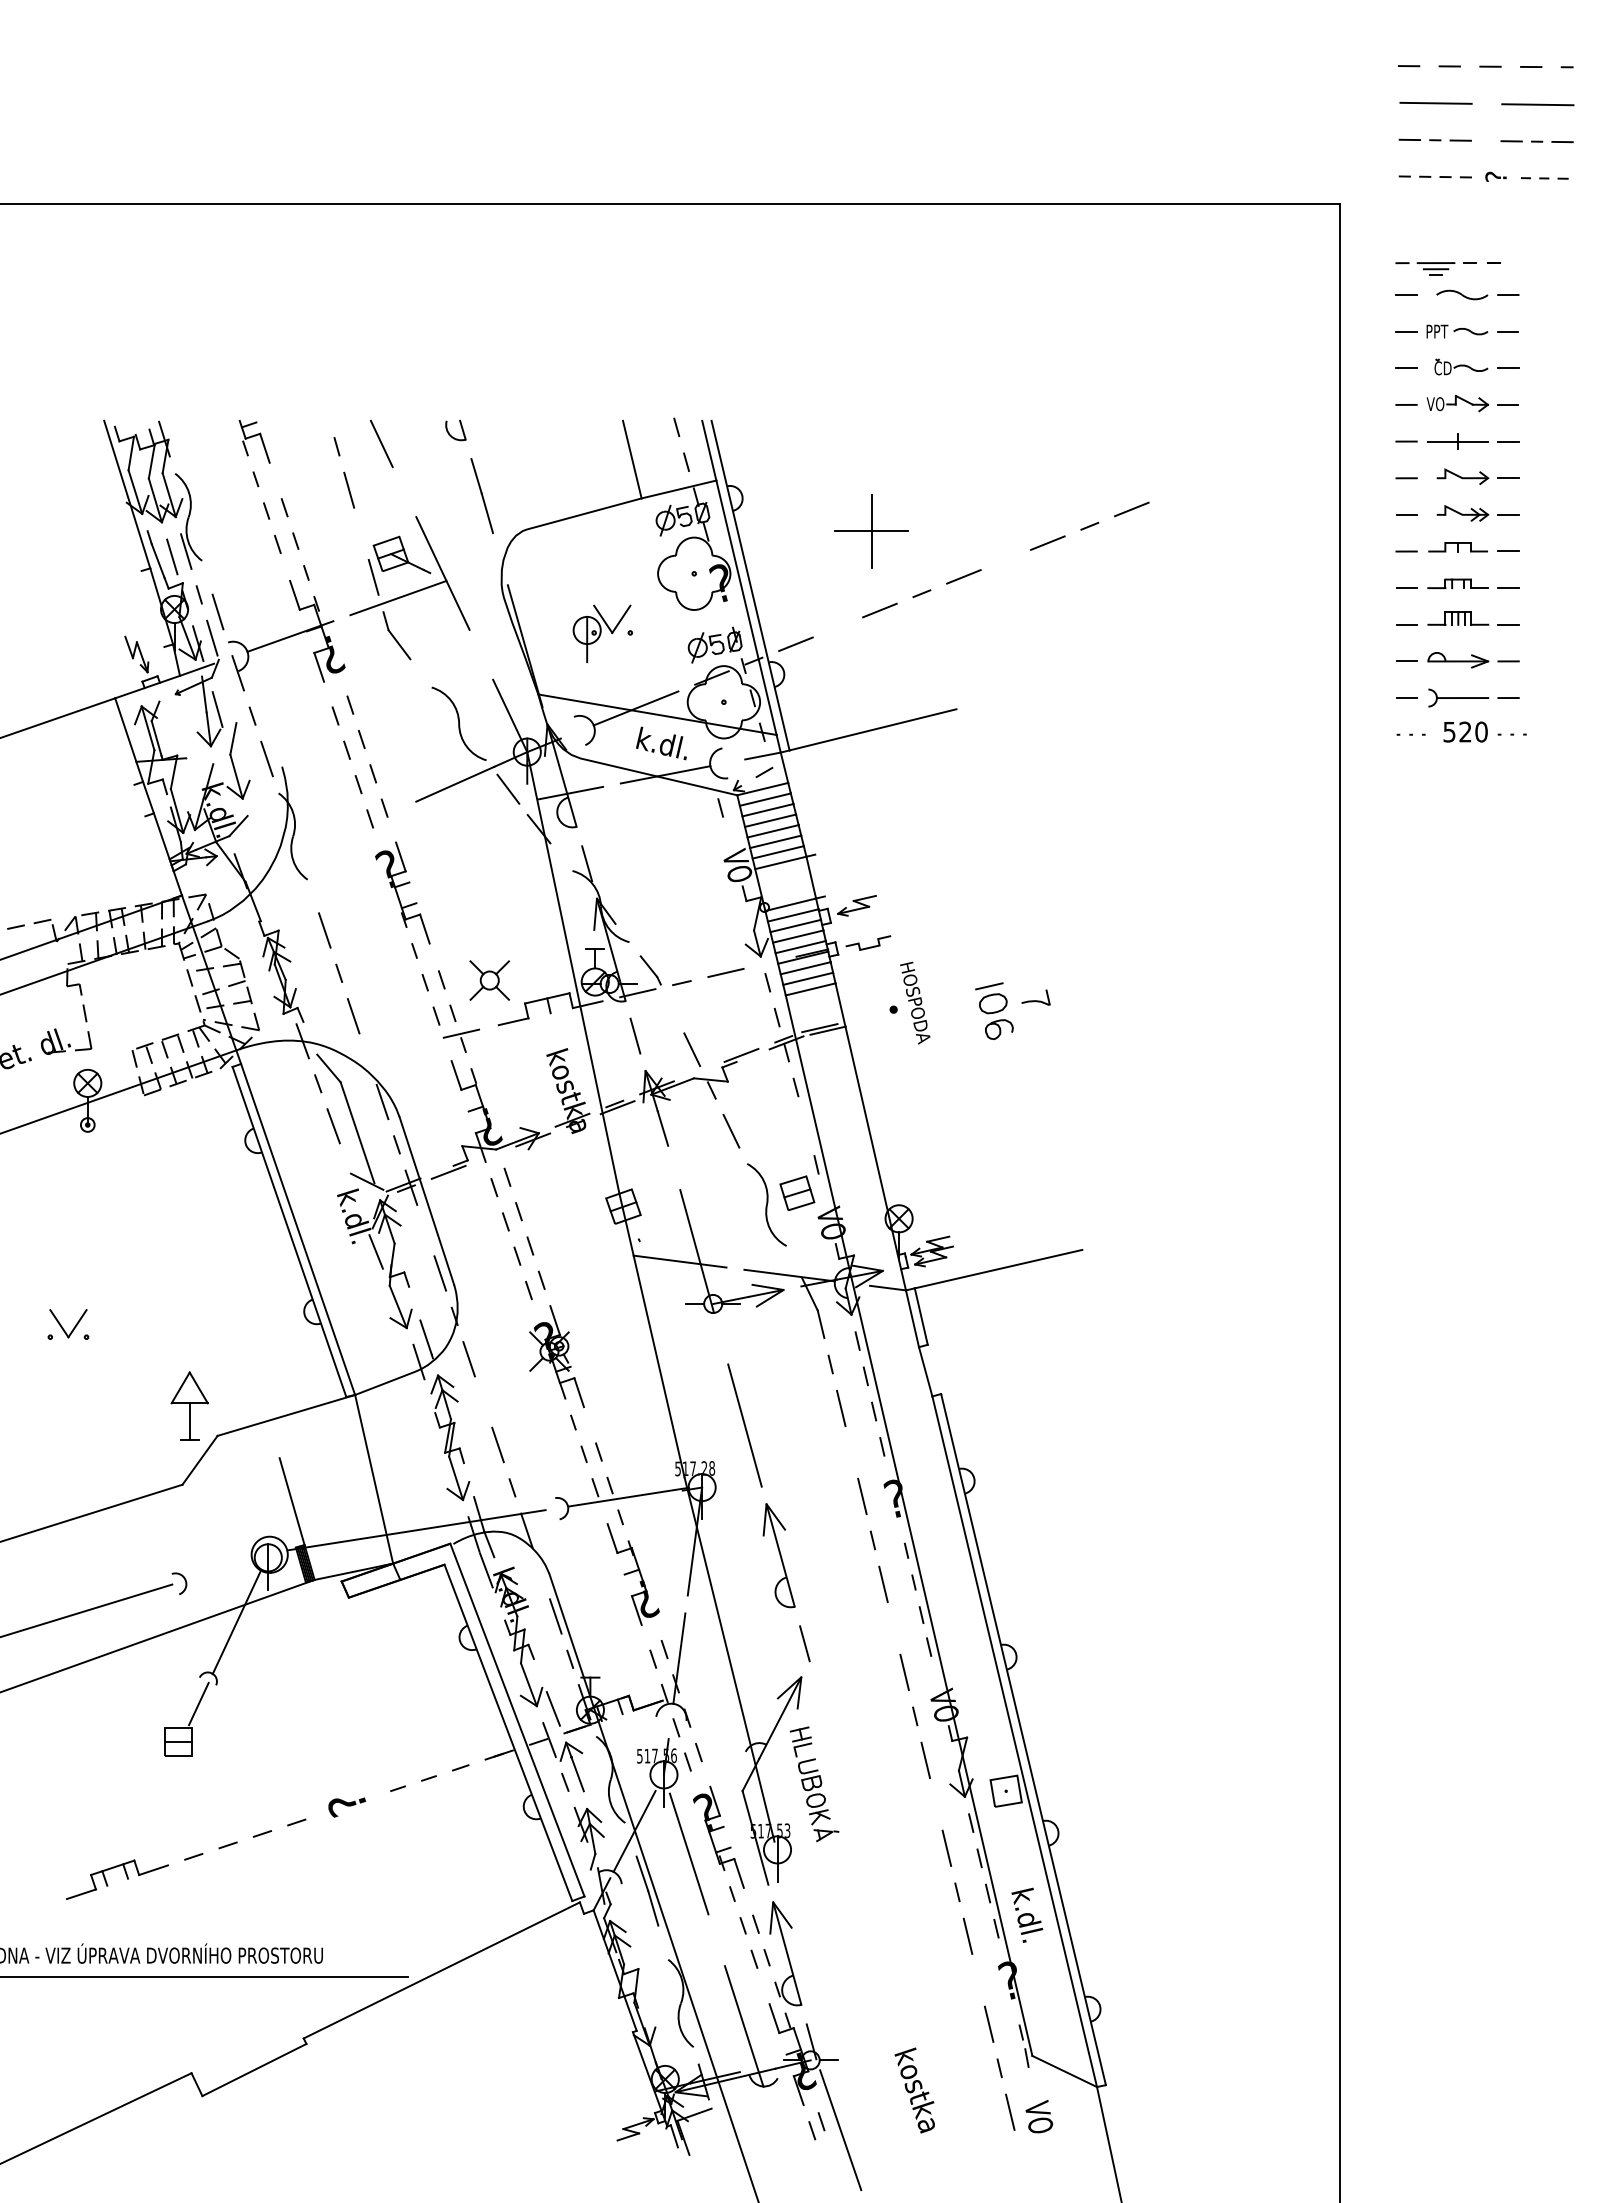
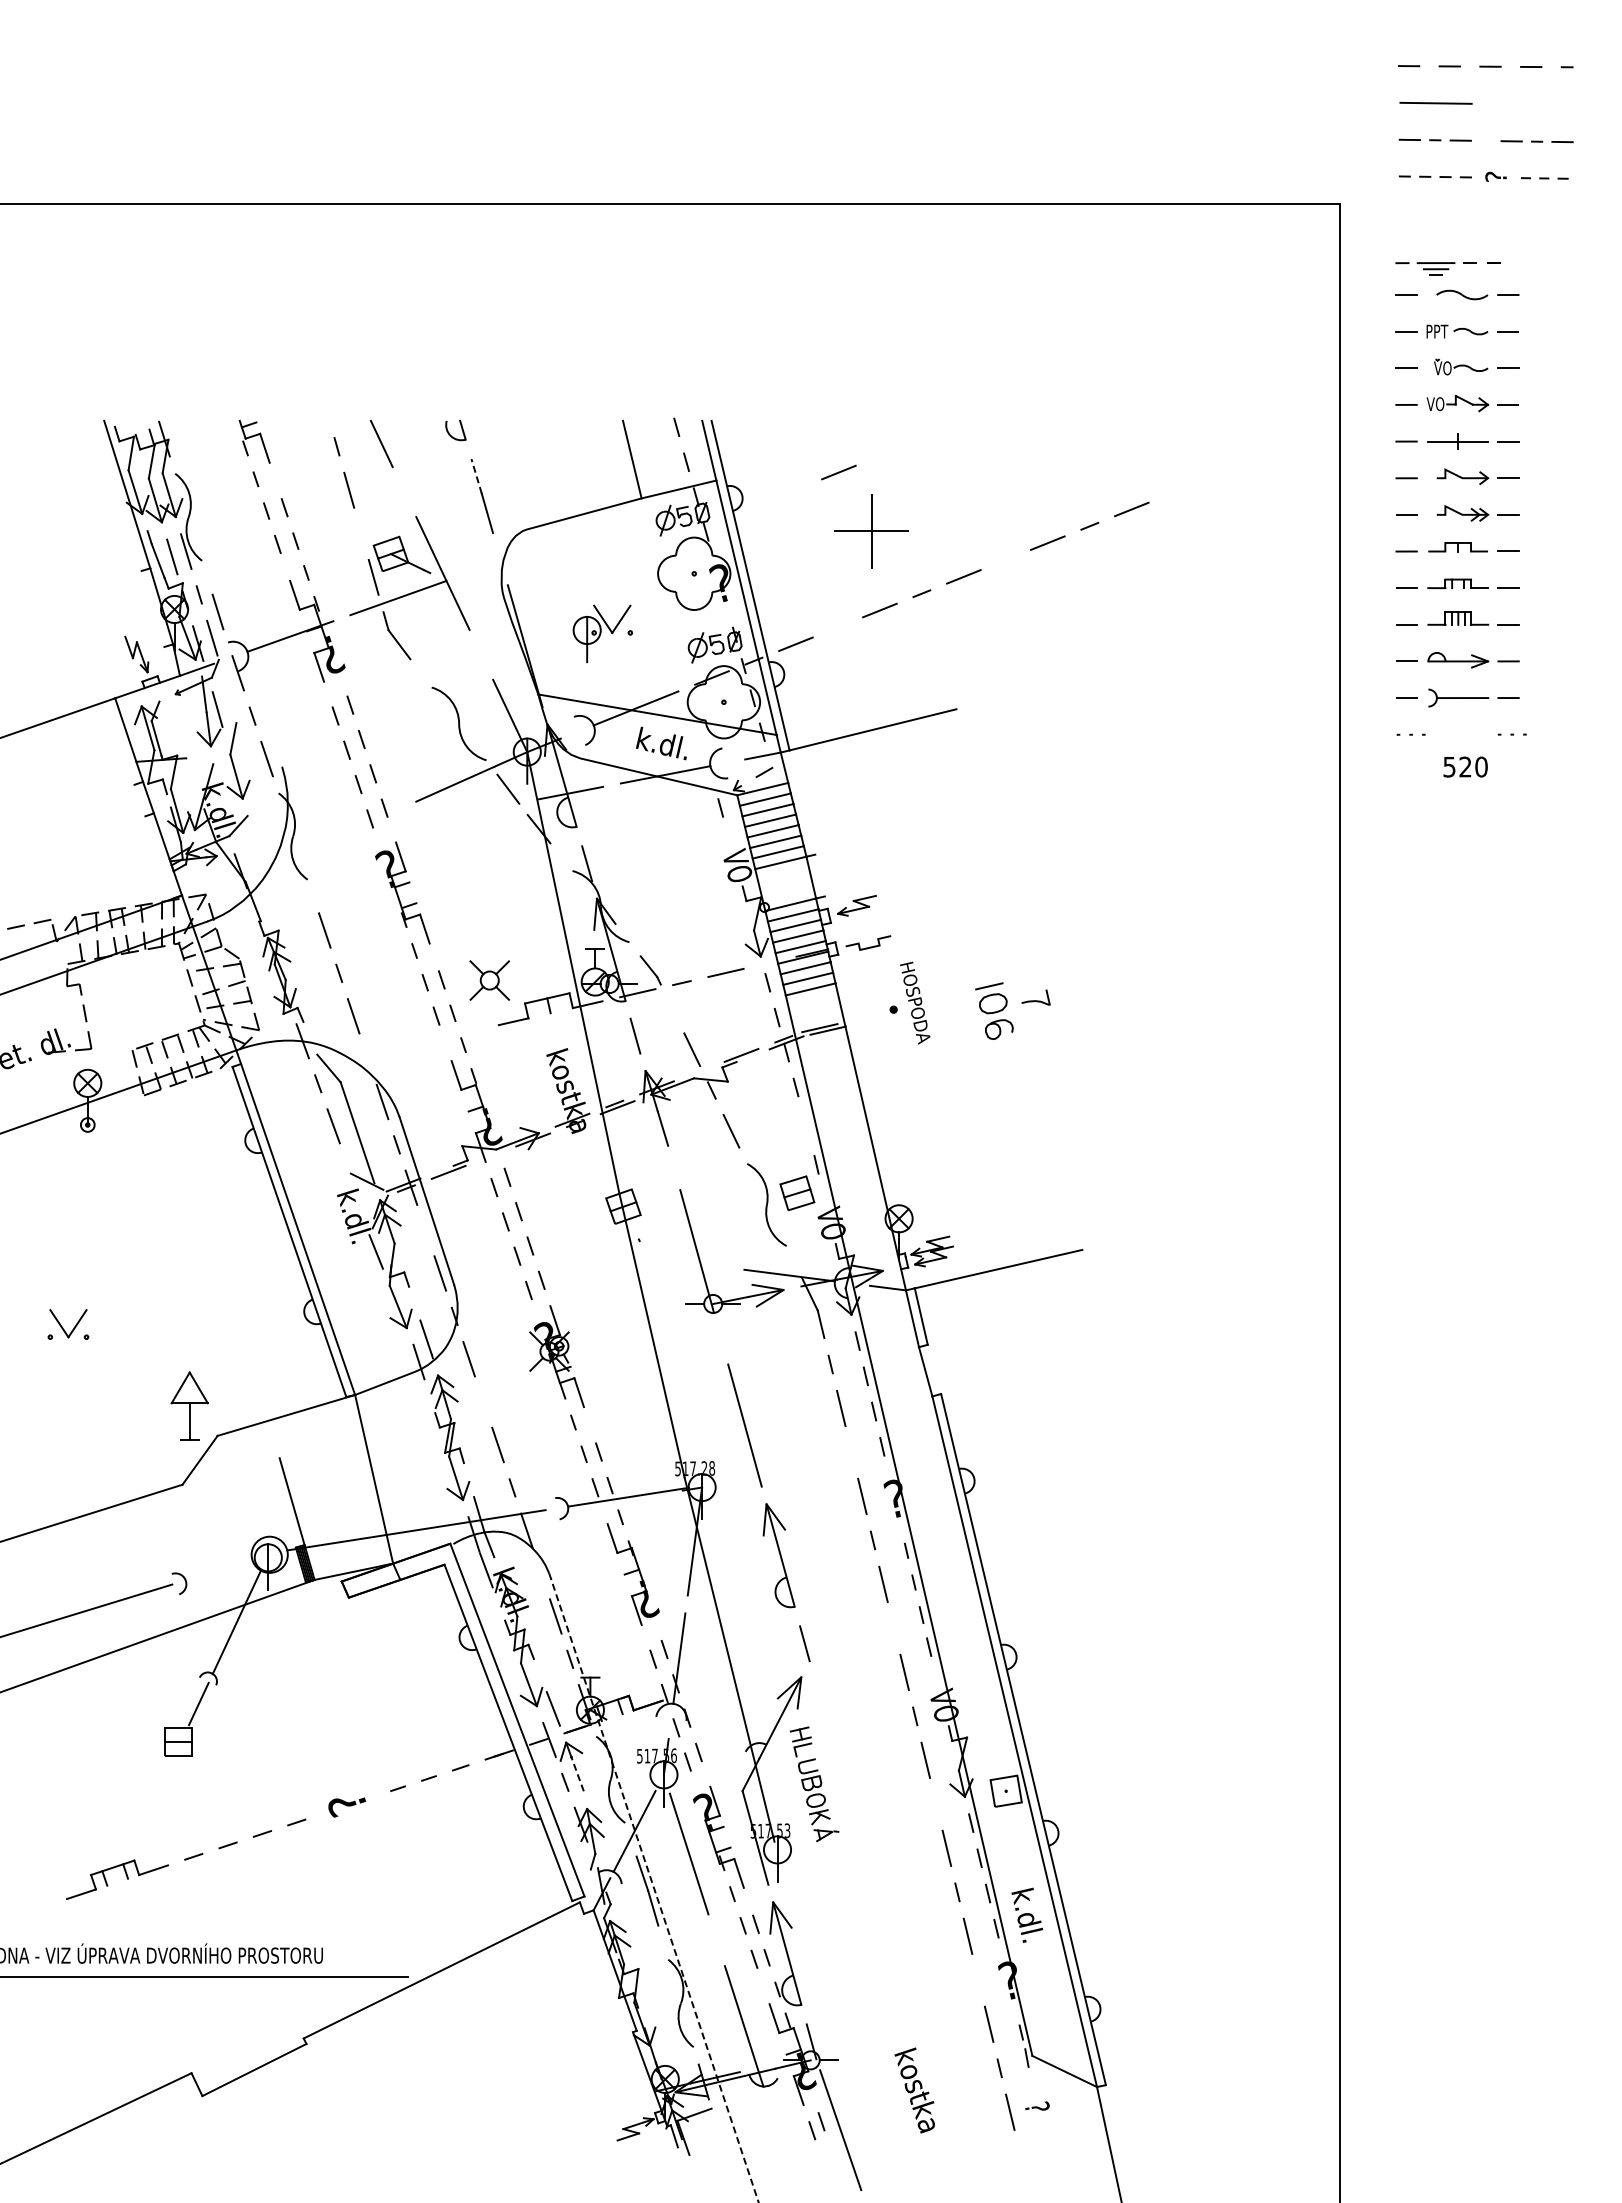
line at (1537, 104): present -> none
text at (1442, 368): CD -> VO
line at (838, 472): none -> present
line at (476, 475): solid -> dashed
text at (1465, 731) position: (1465, 731) -> (1465, 766)
line at (461, 1033): present -> none
line at (679, 1261): present -> none
line at (577, 1773): solid -> dashed
line at (653, 1887): solid -> dashed
text at (1039, 2116): VO -> ?
